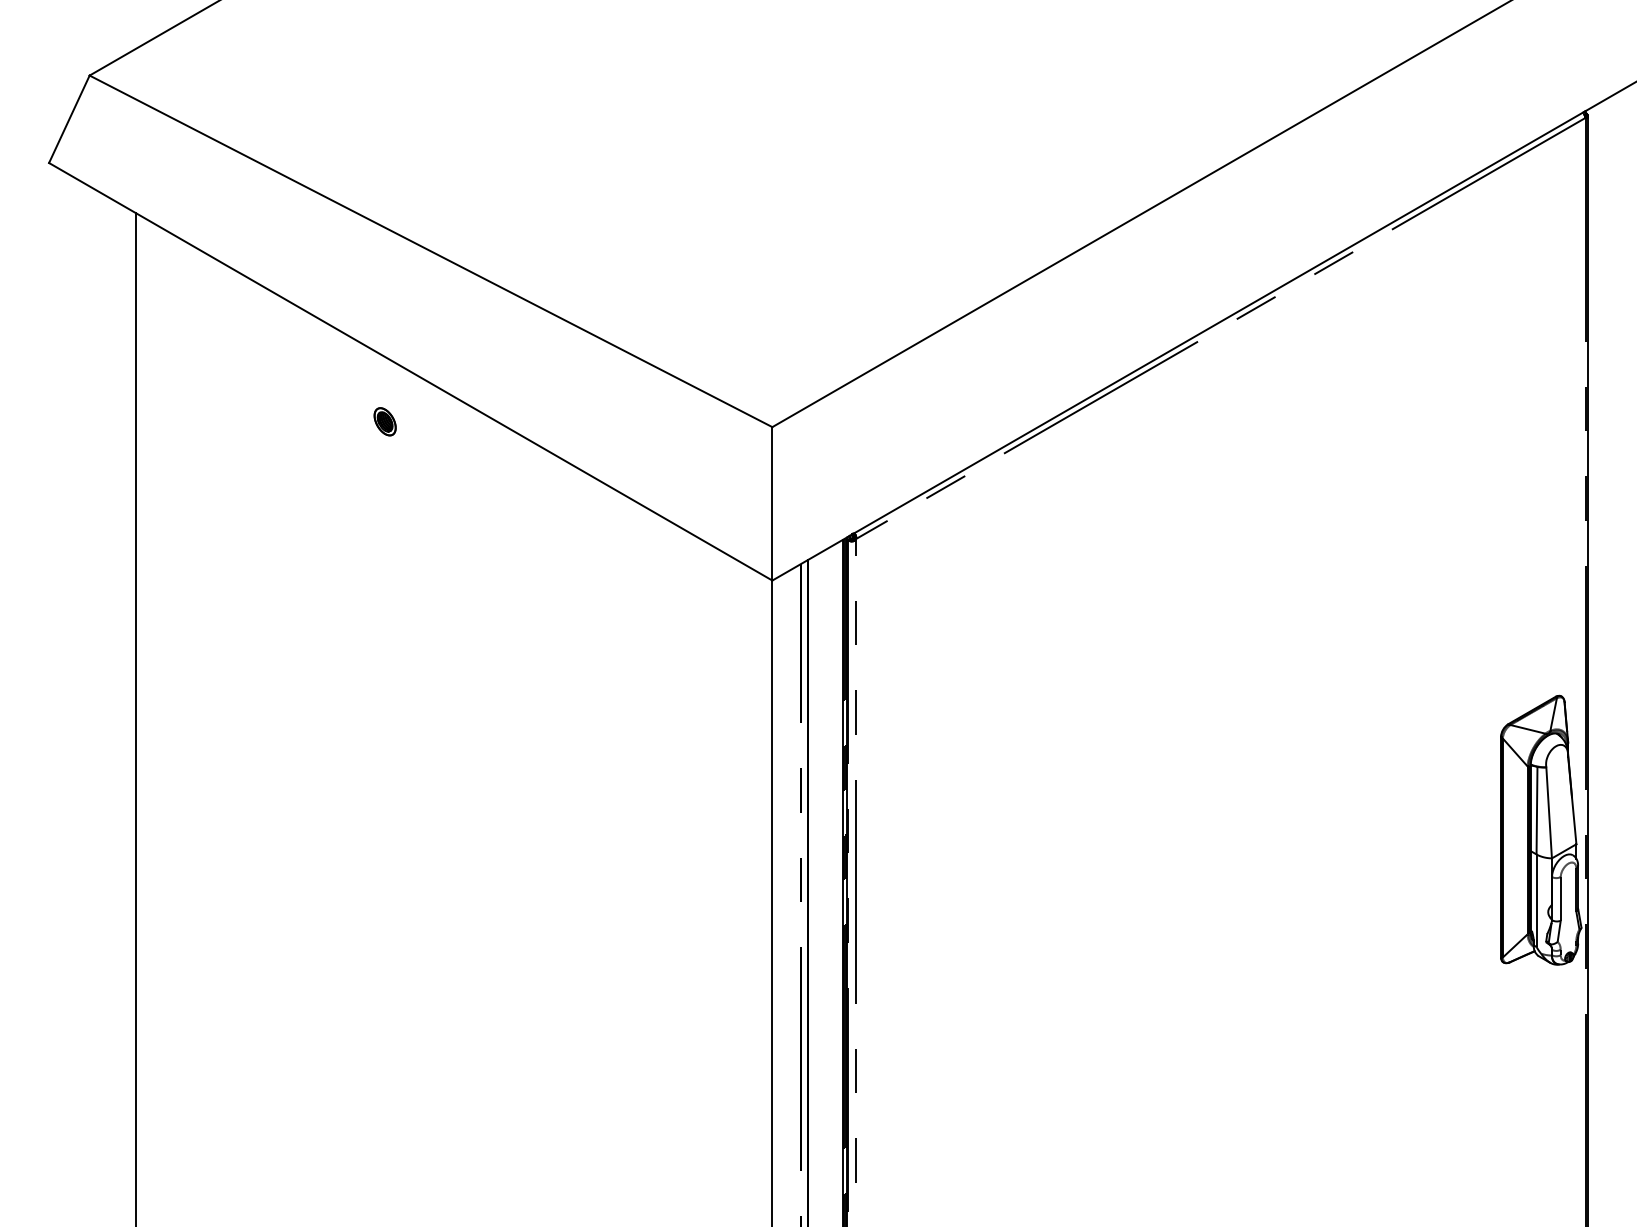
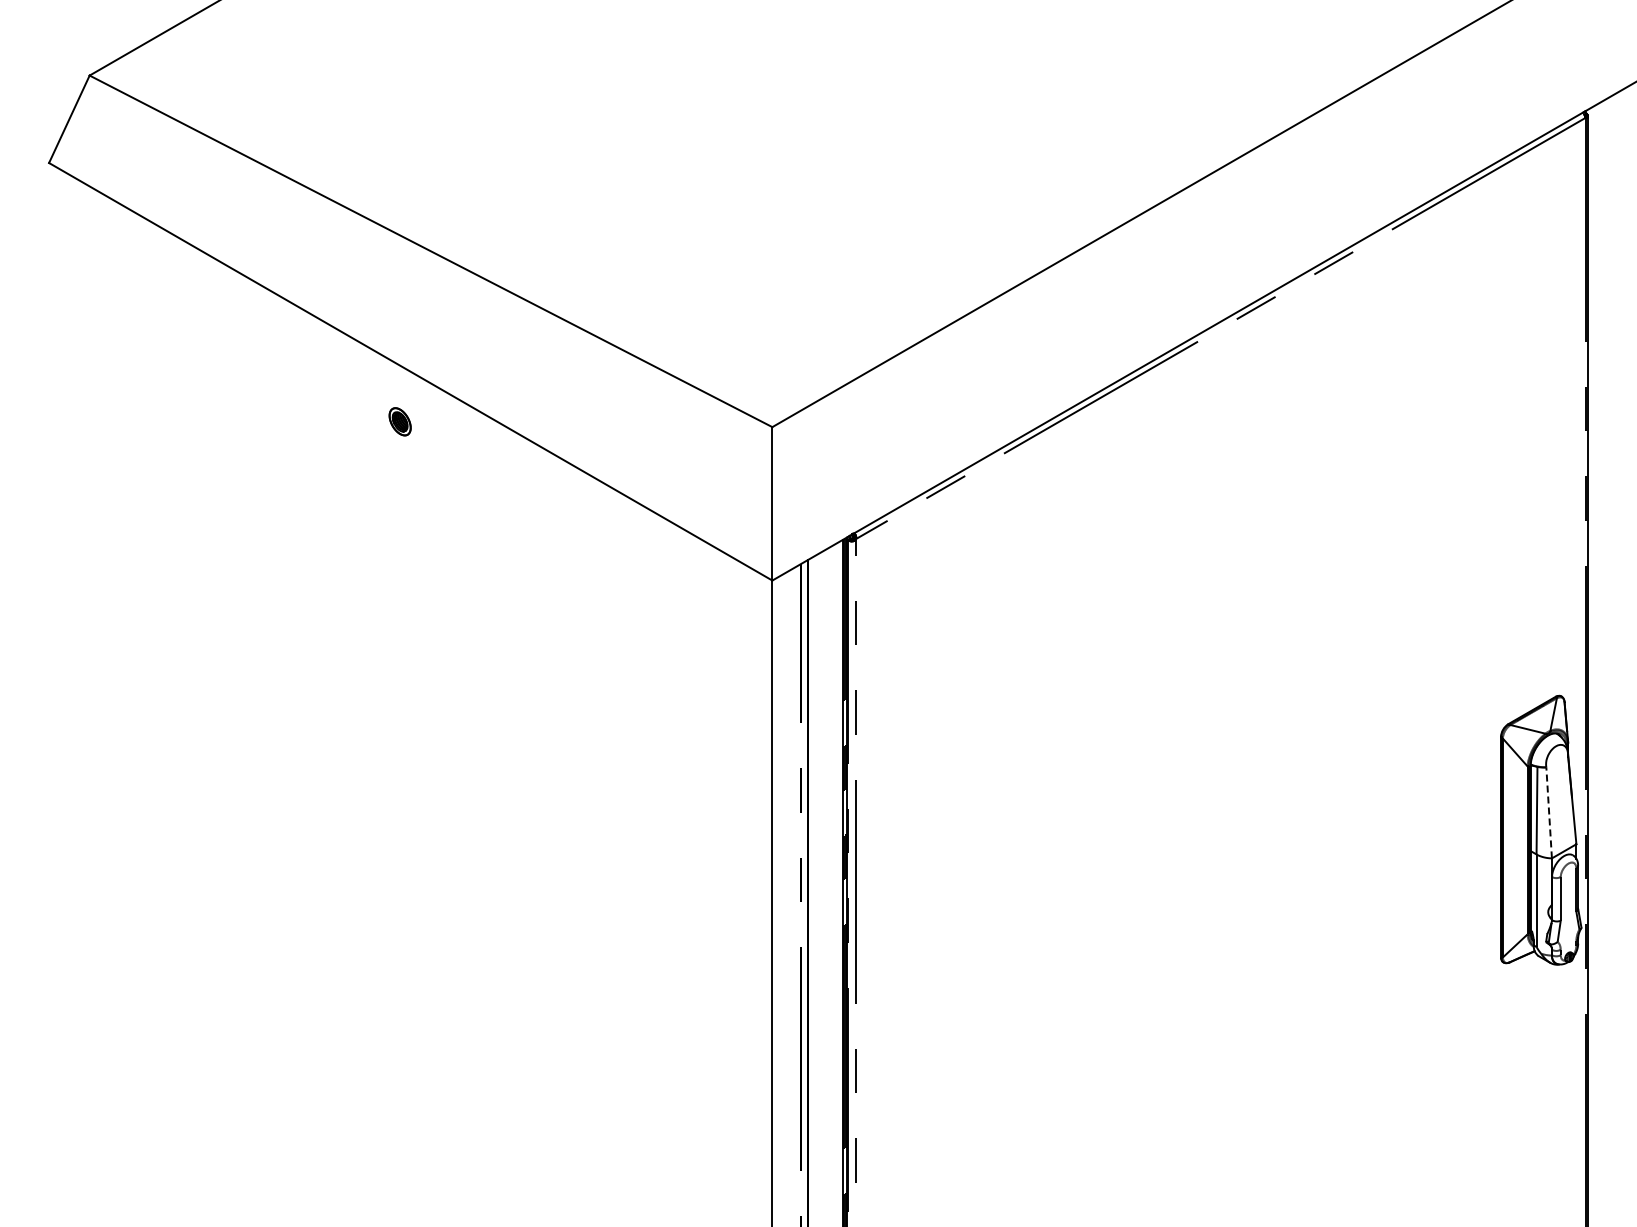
part at (384, 421) position: (384, 421) -> (399, 421)
line at (135, 718): present -> none
line at (1549, 812): solid -> dashed
